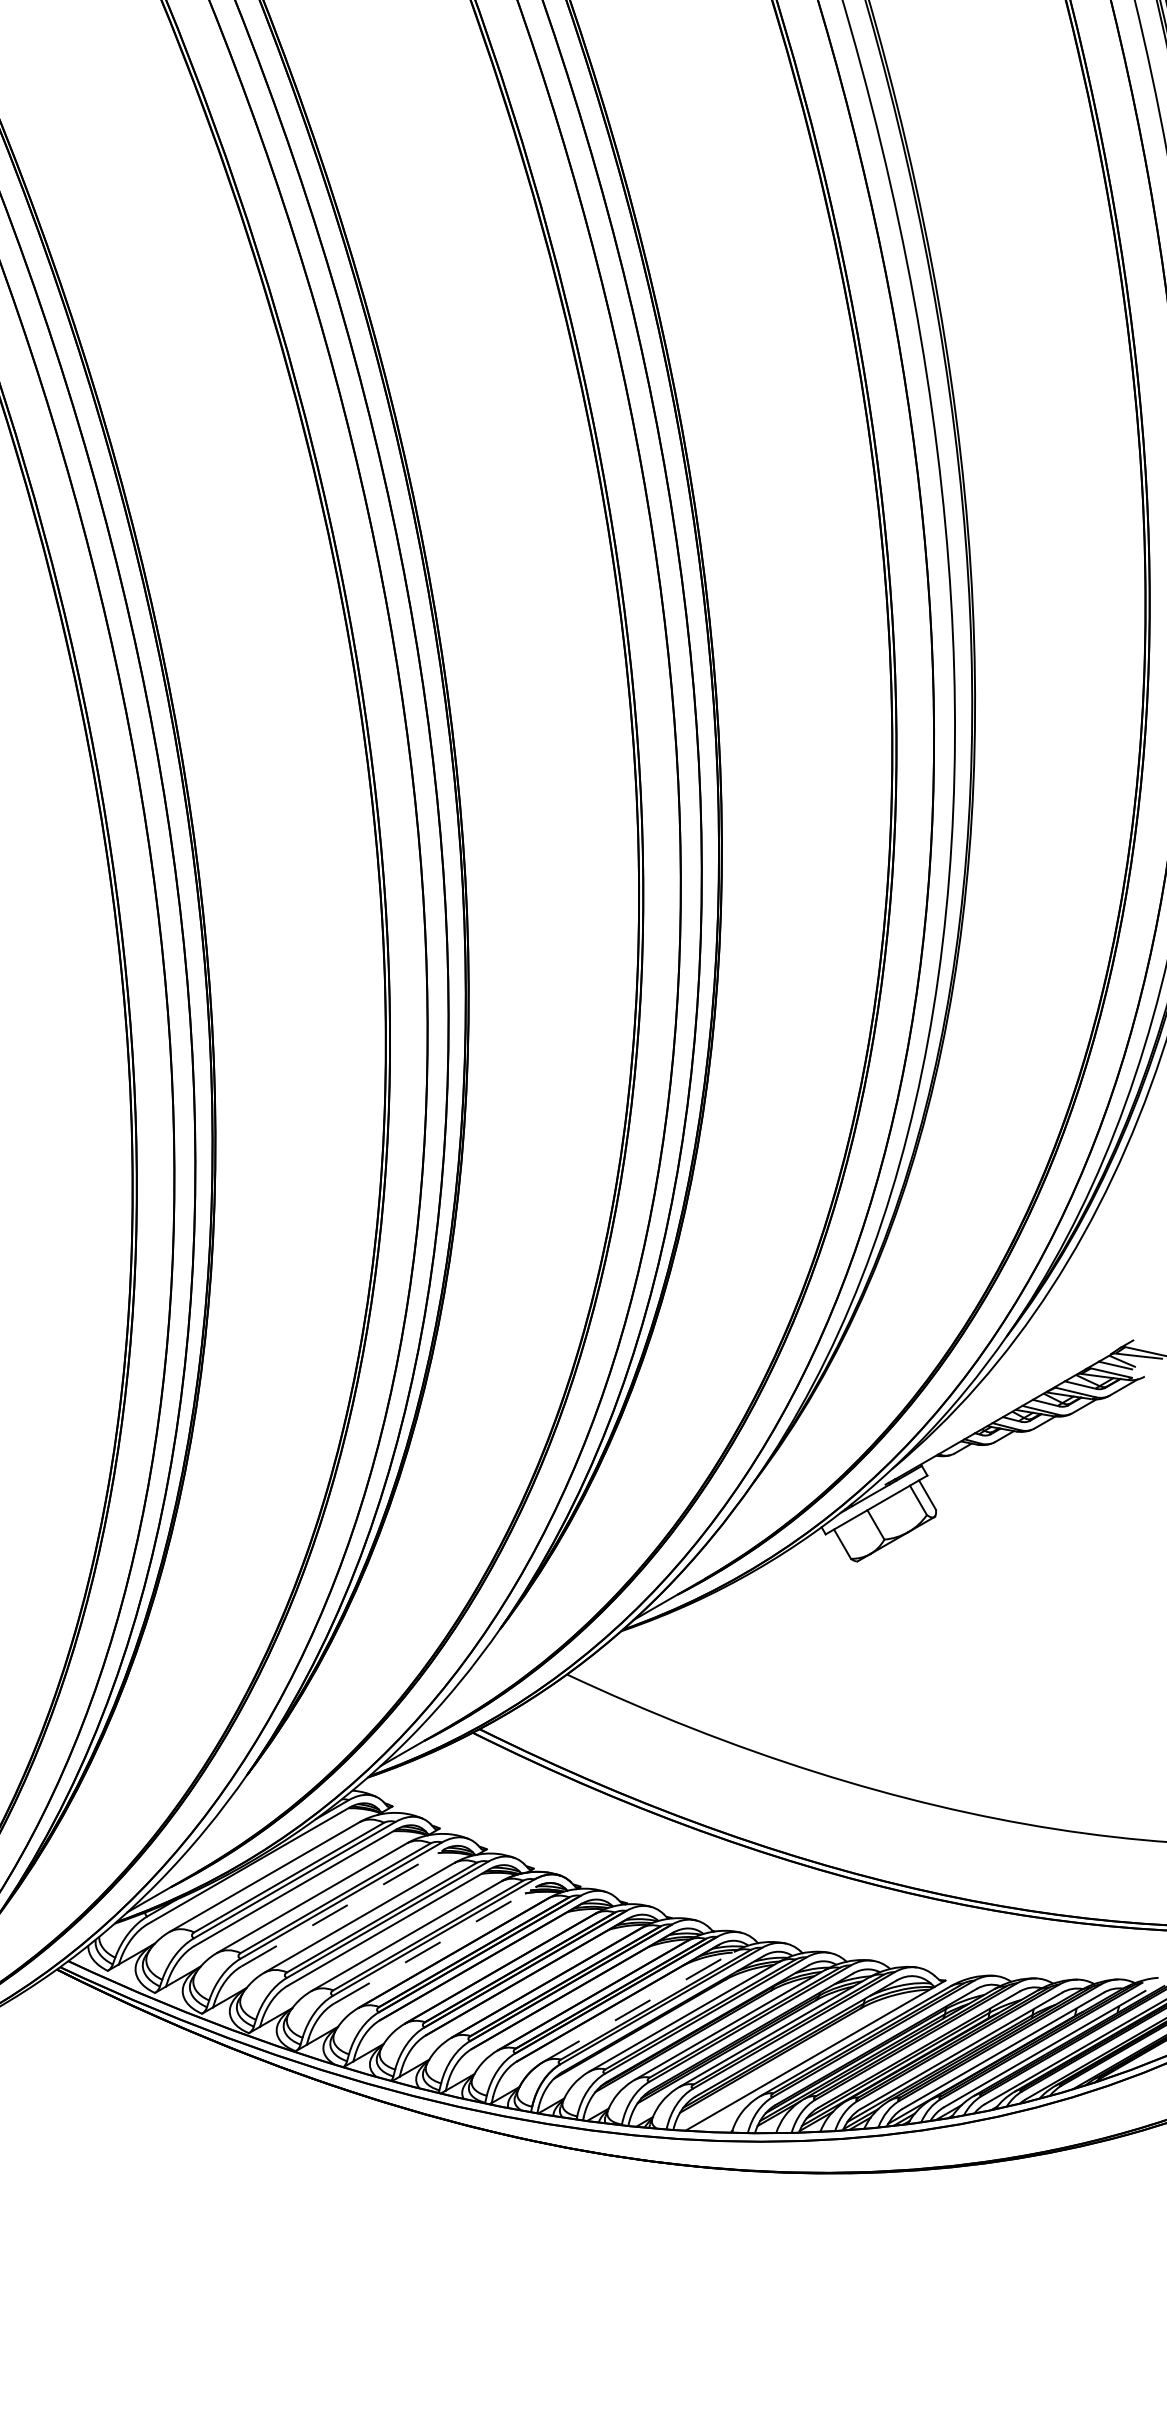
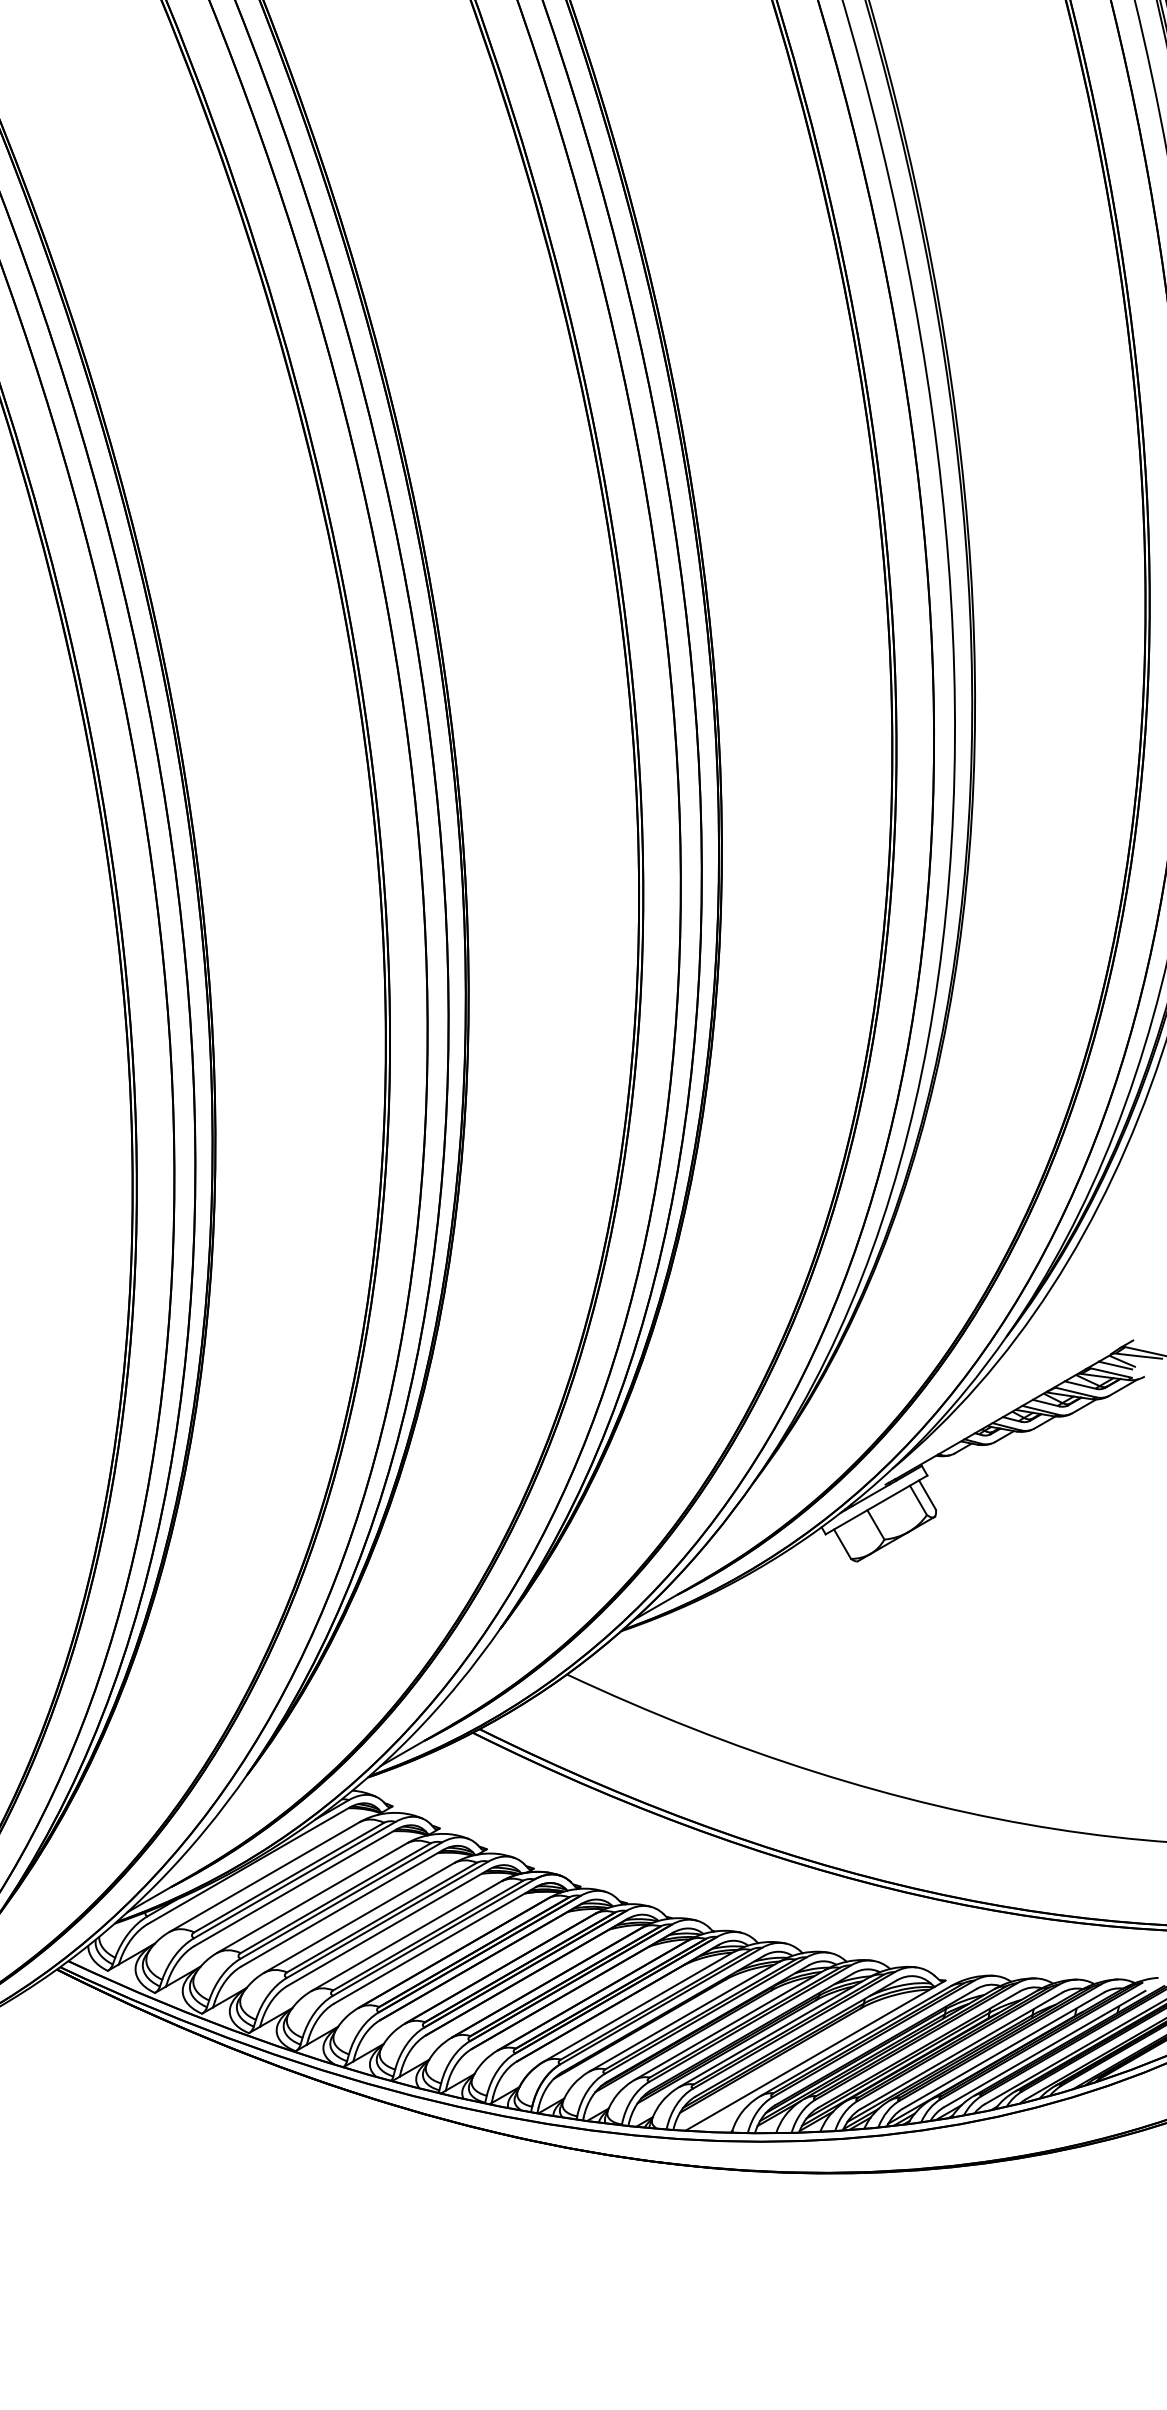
line at (342, 1908): dashed -> solid
line at (435, 1945): dashed -> solid
line at (639, 2006): dashed -> solid
